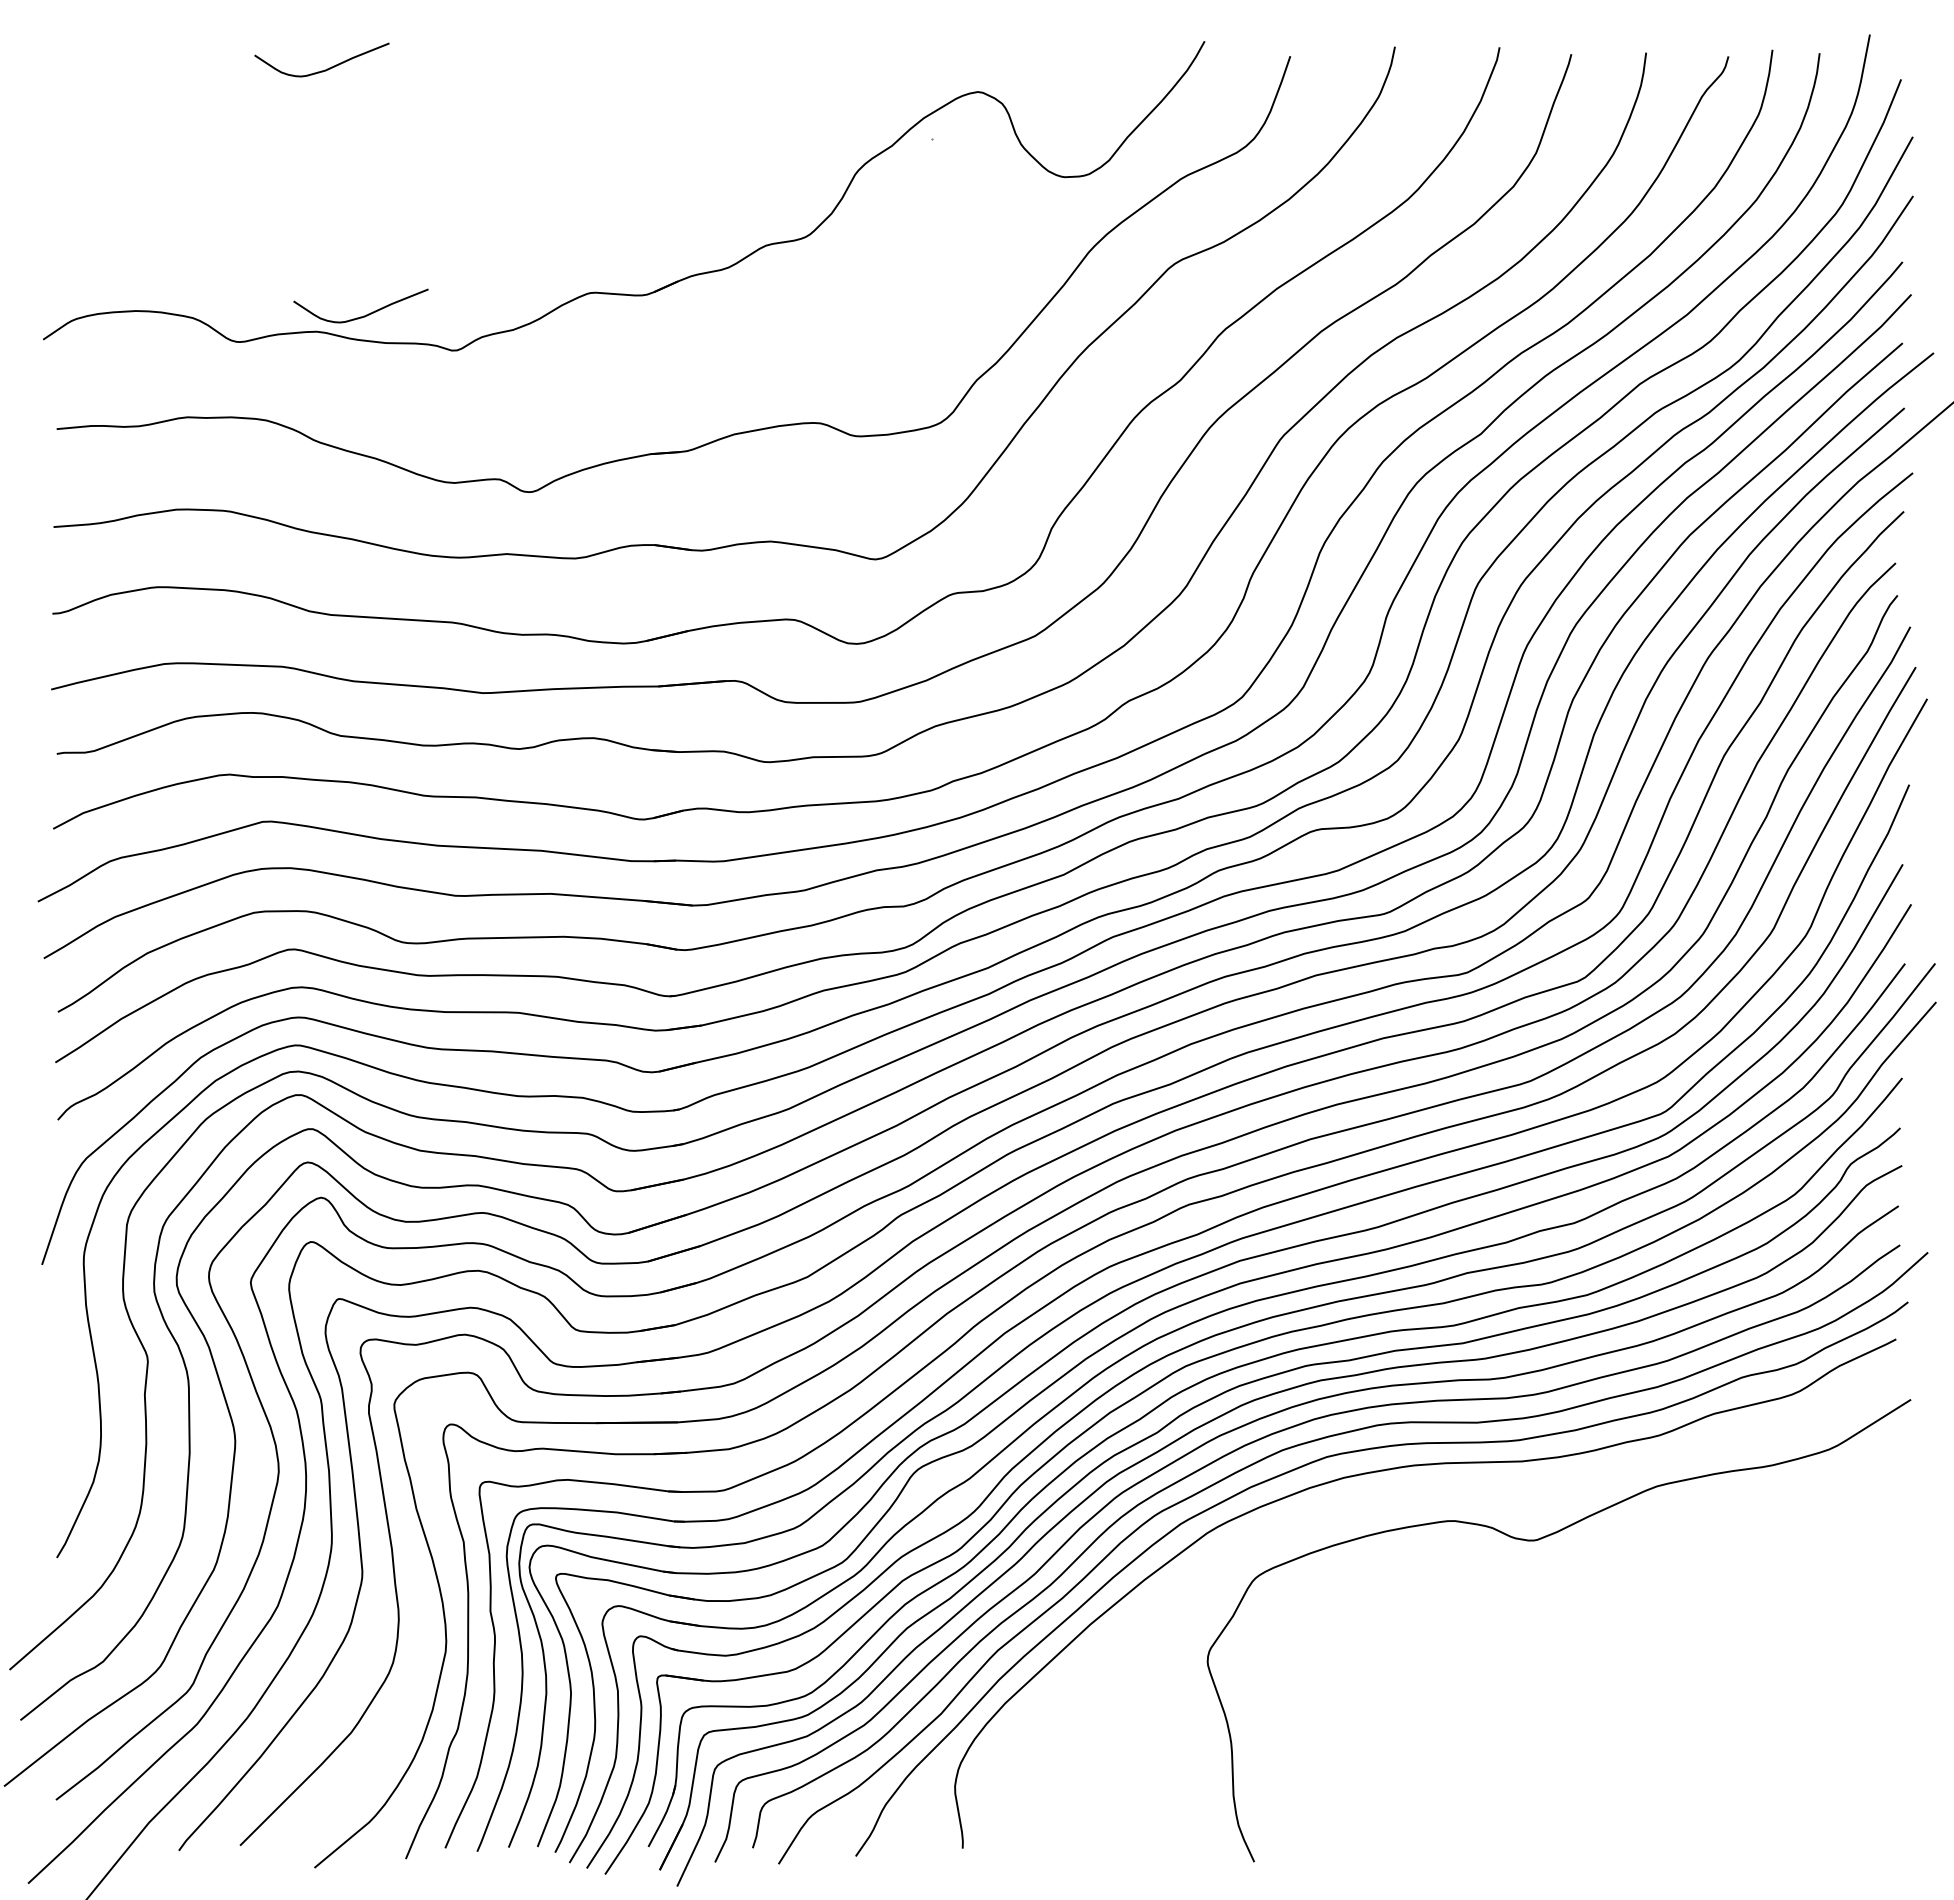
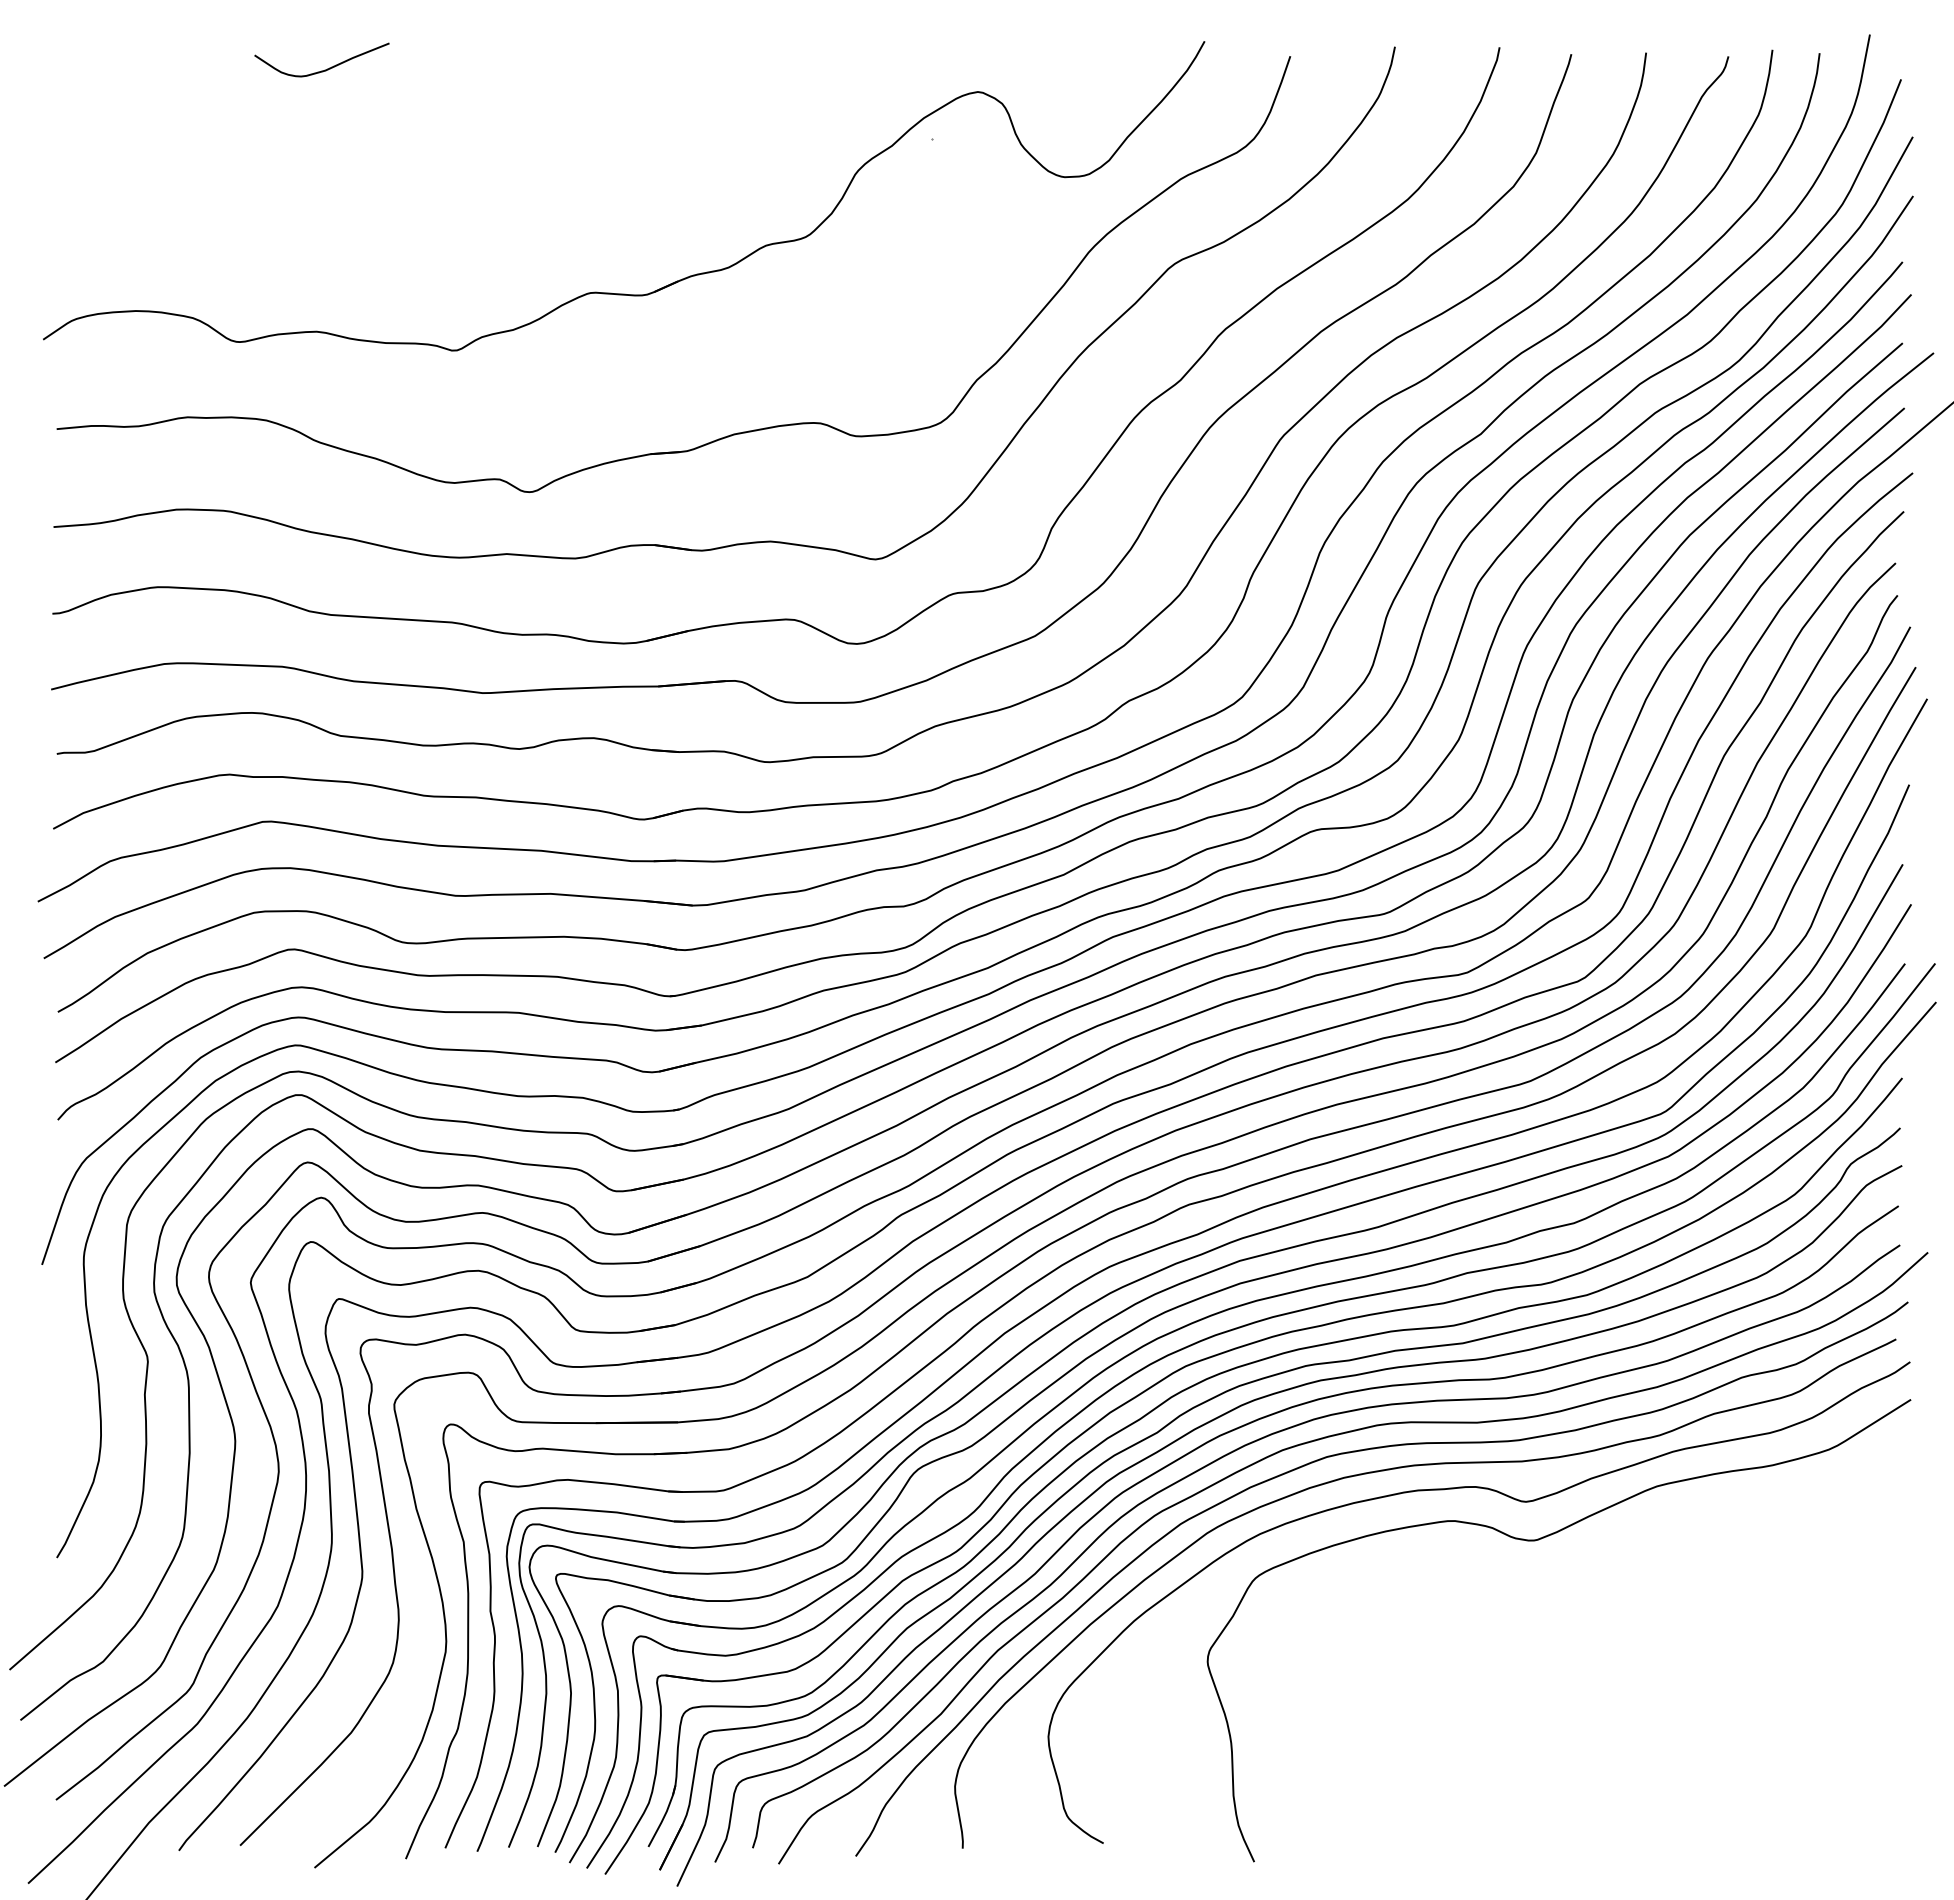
curve at (363, 315): present -> none
curve at (1512, 1499): none -> present
